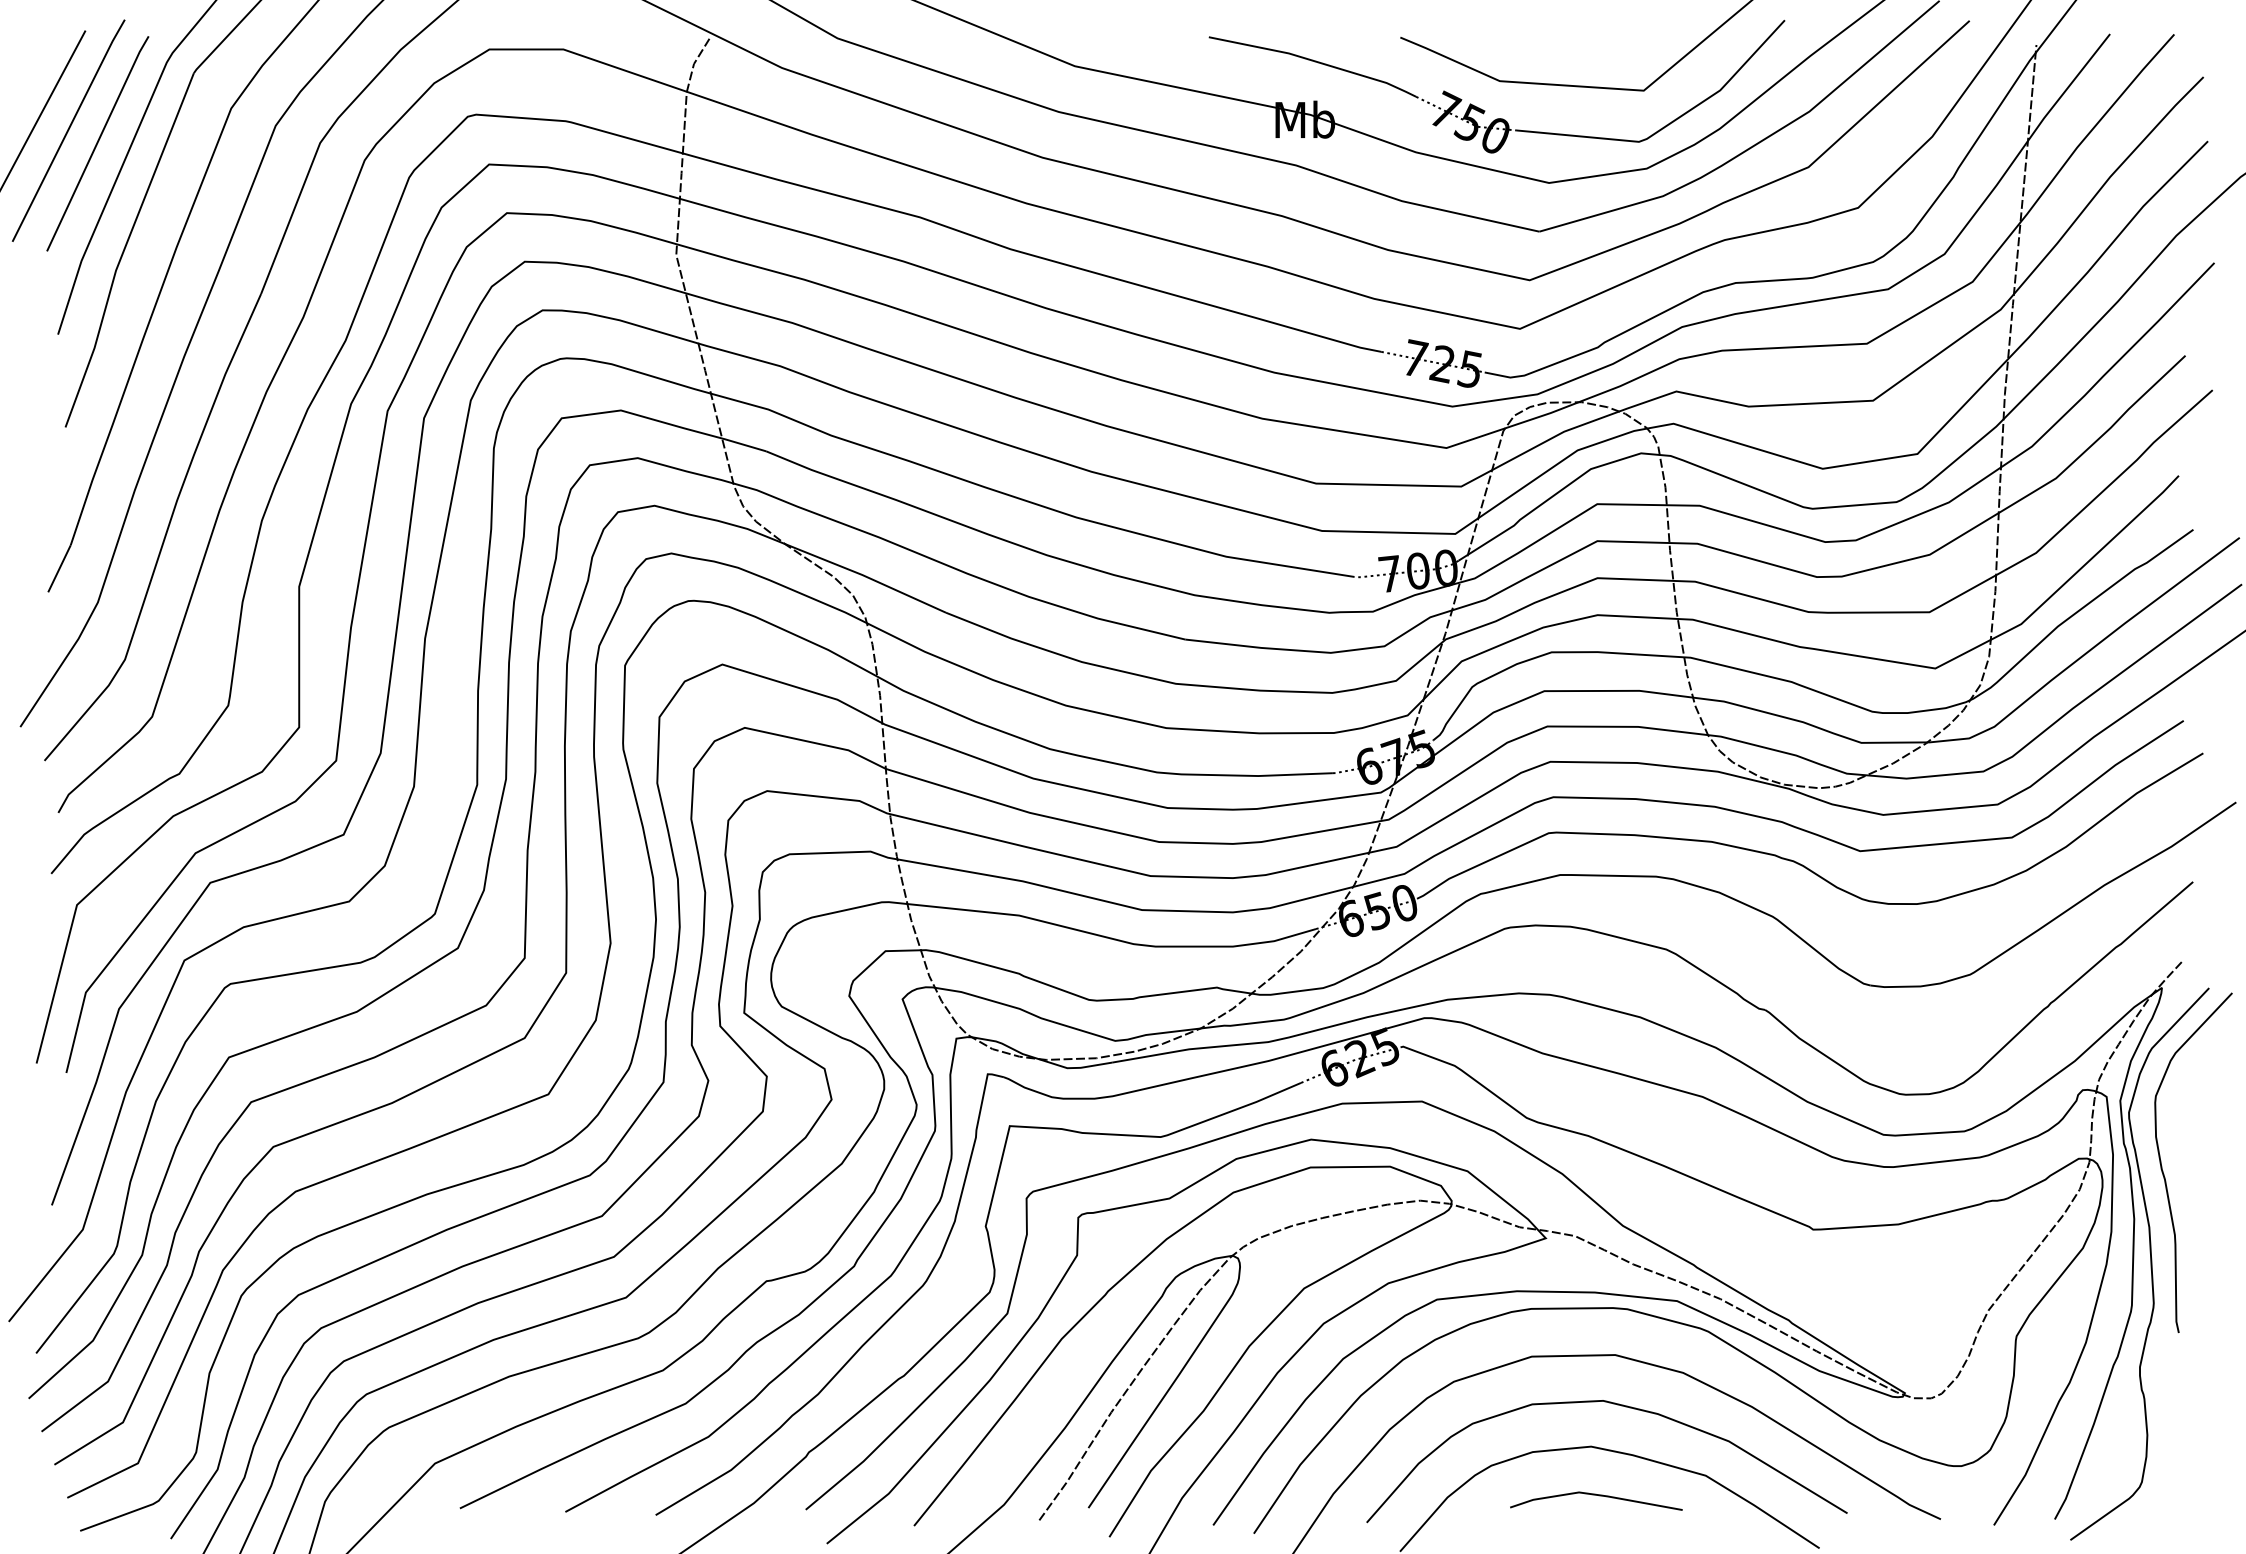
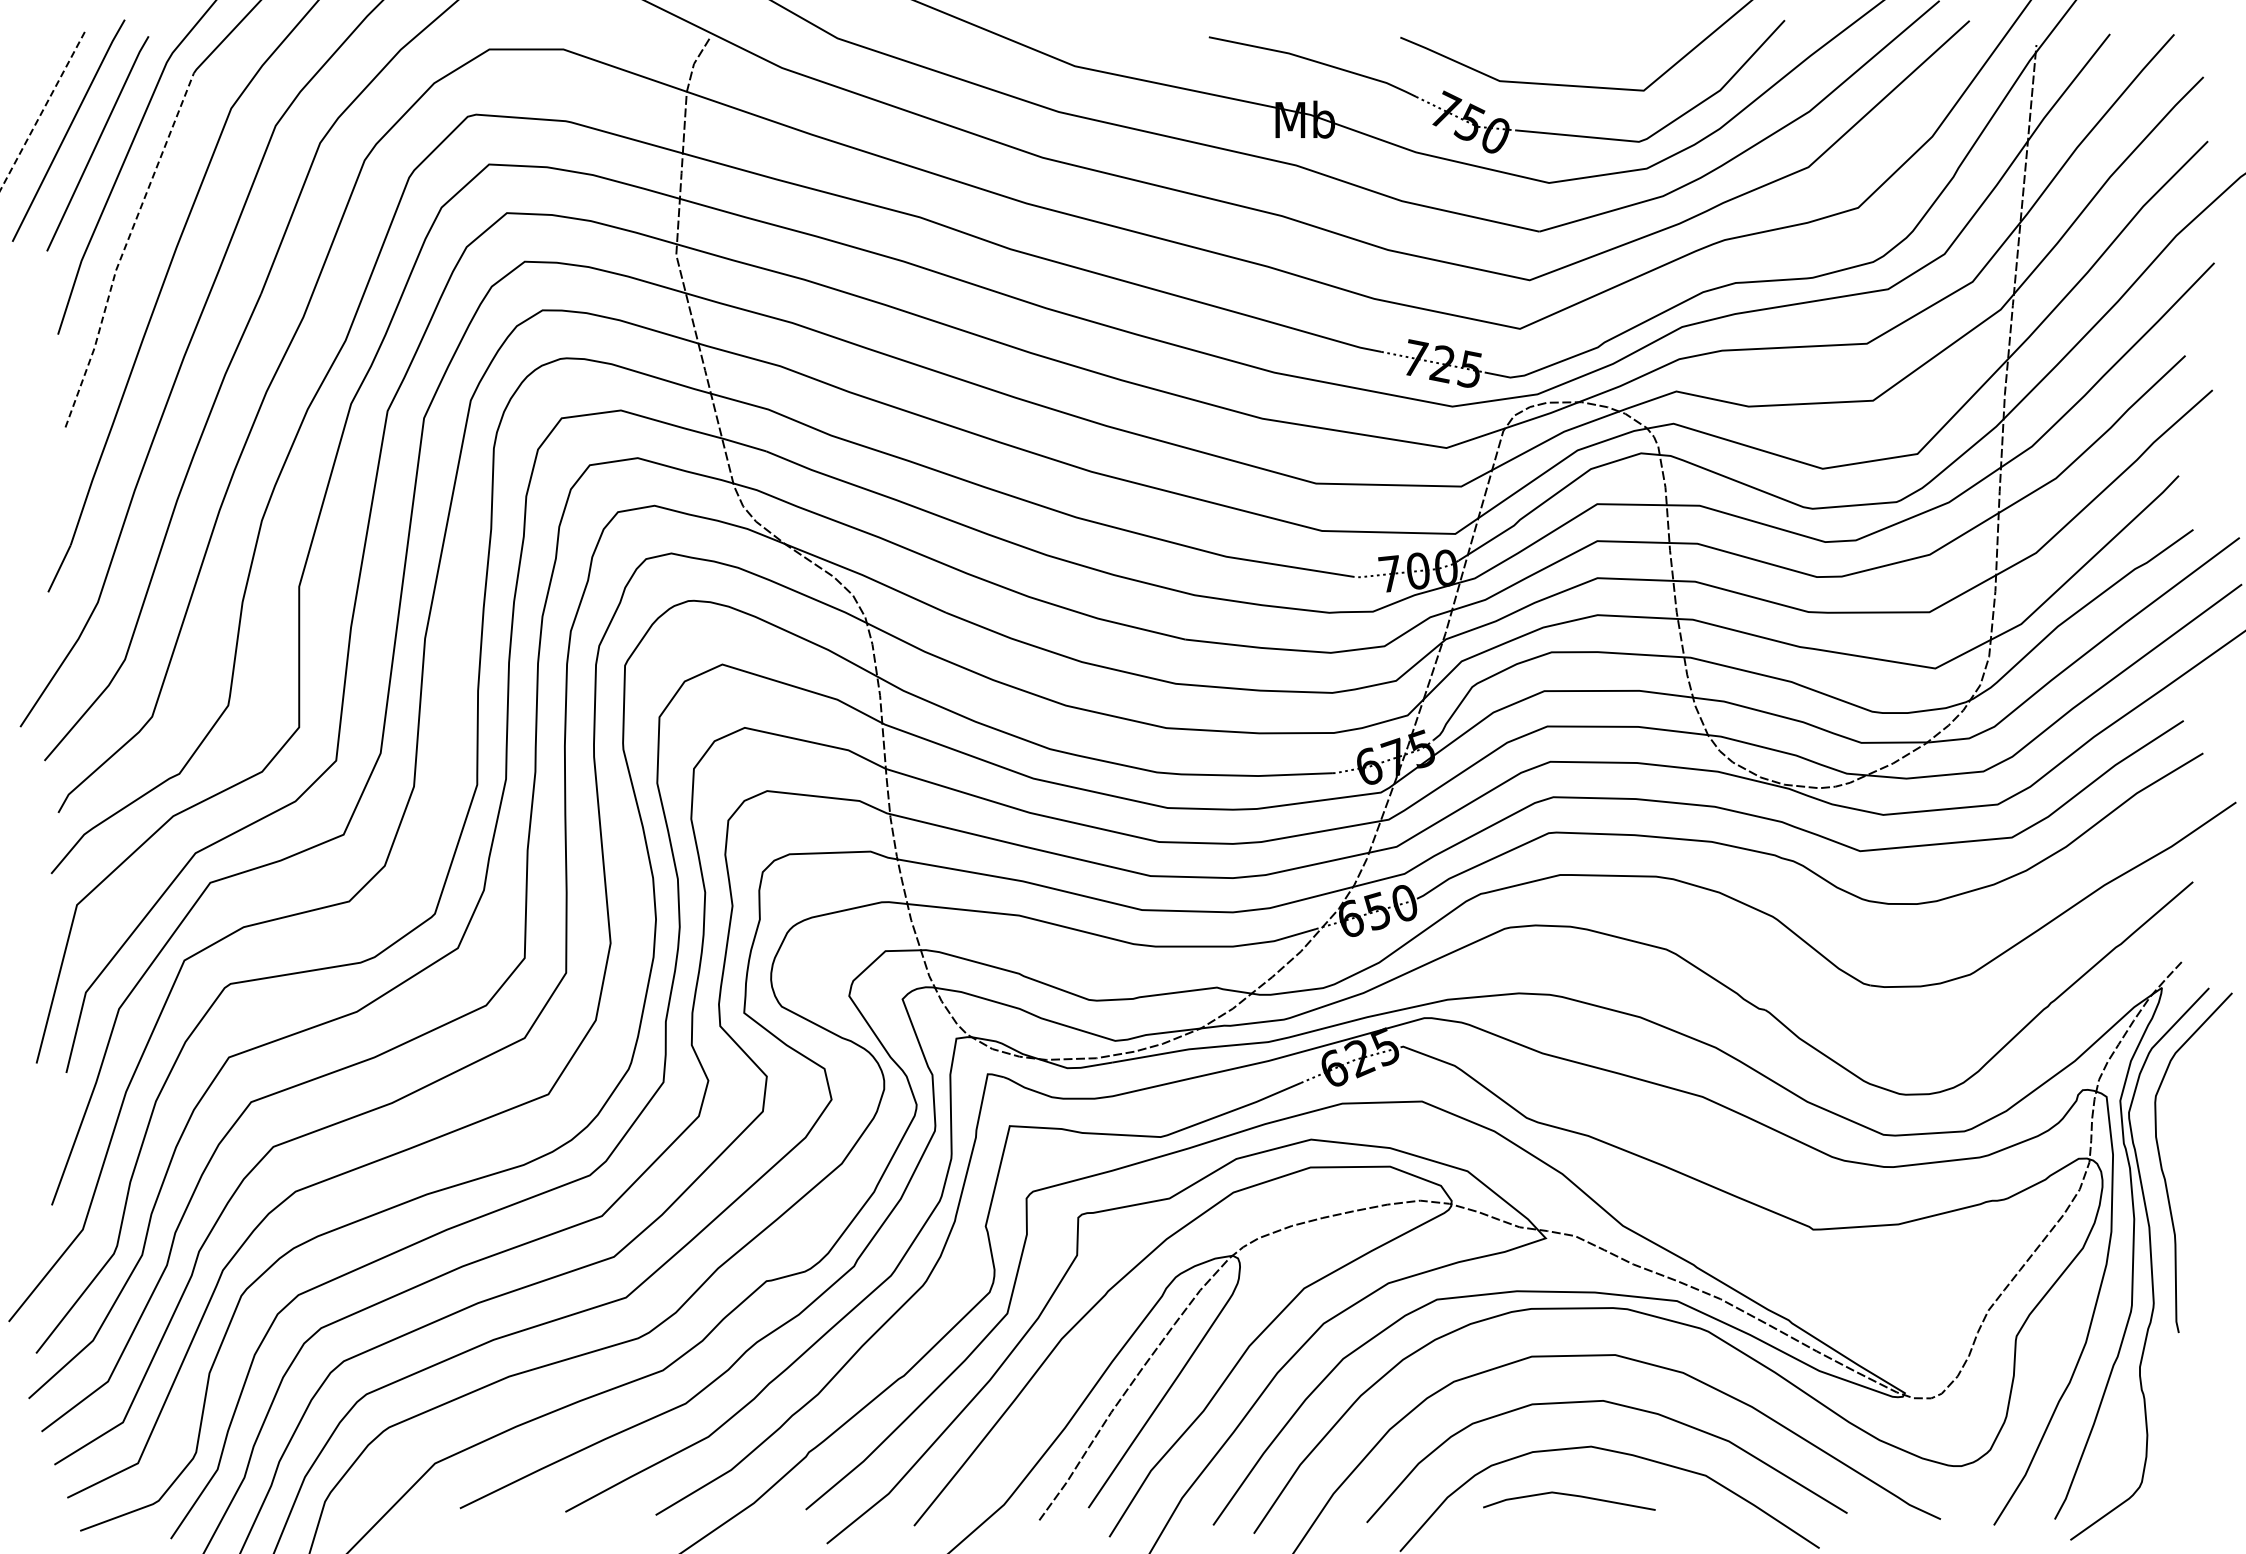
line at (42, 110): solid -> dashed
line at (124, 249): solid -> dashed
line at (1596, 1495) position: (1596, 1495) -> (1569, 1495)
